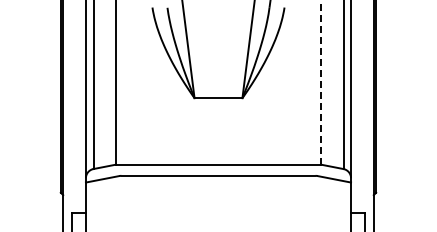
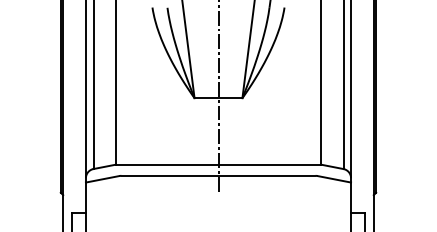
line at (321, 81): dashed -> solid
line at (218, 96): none -> present
